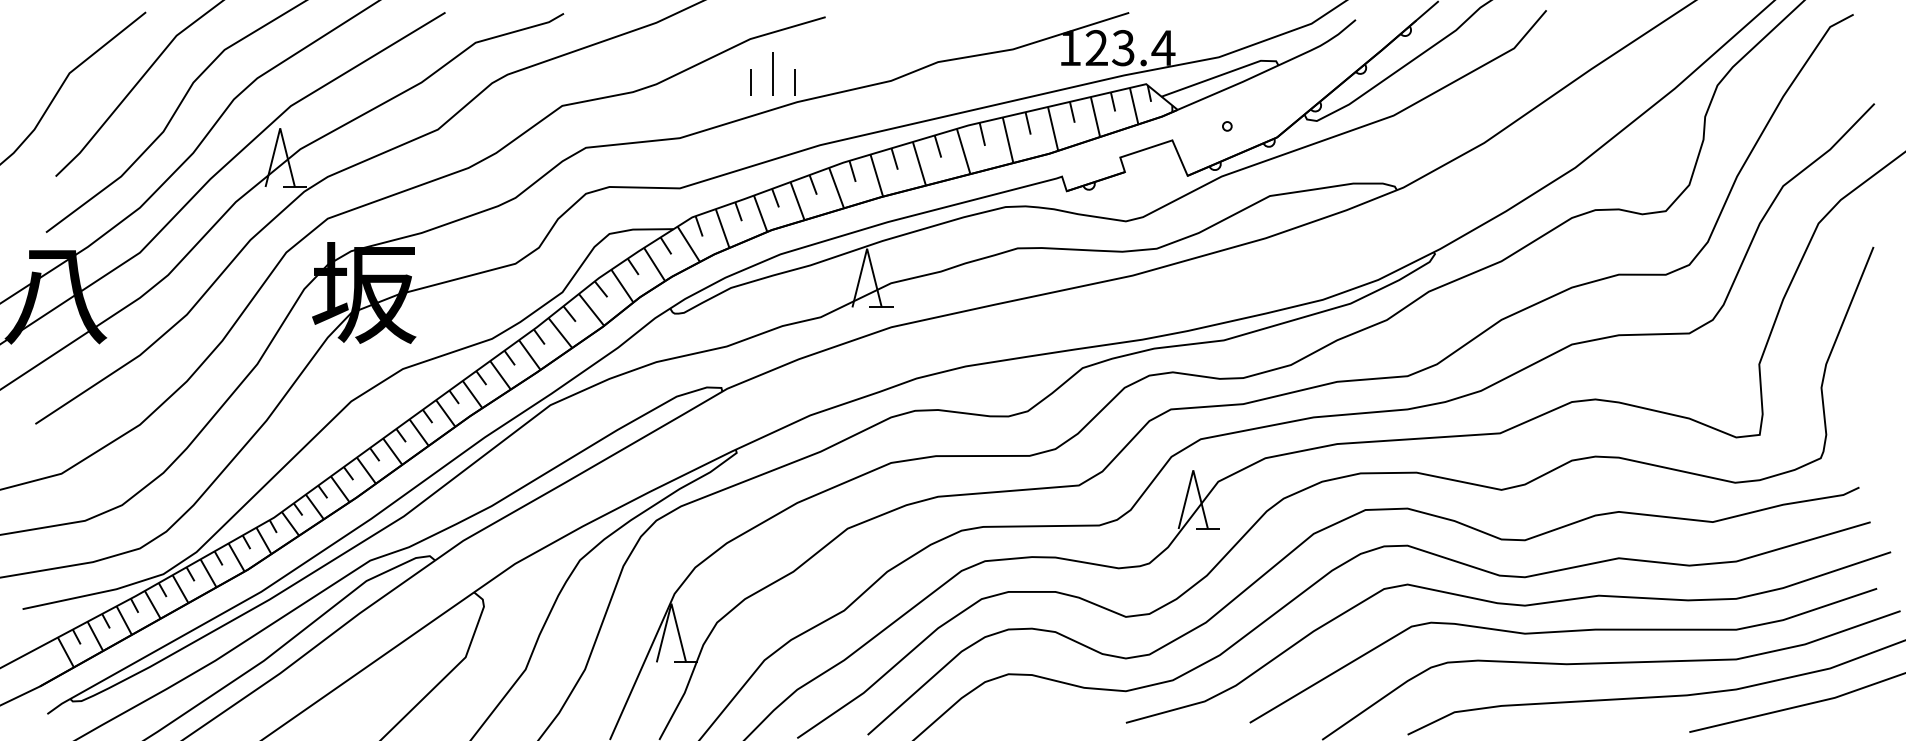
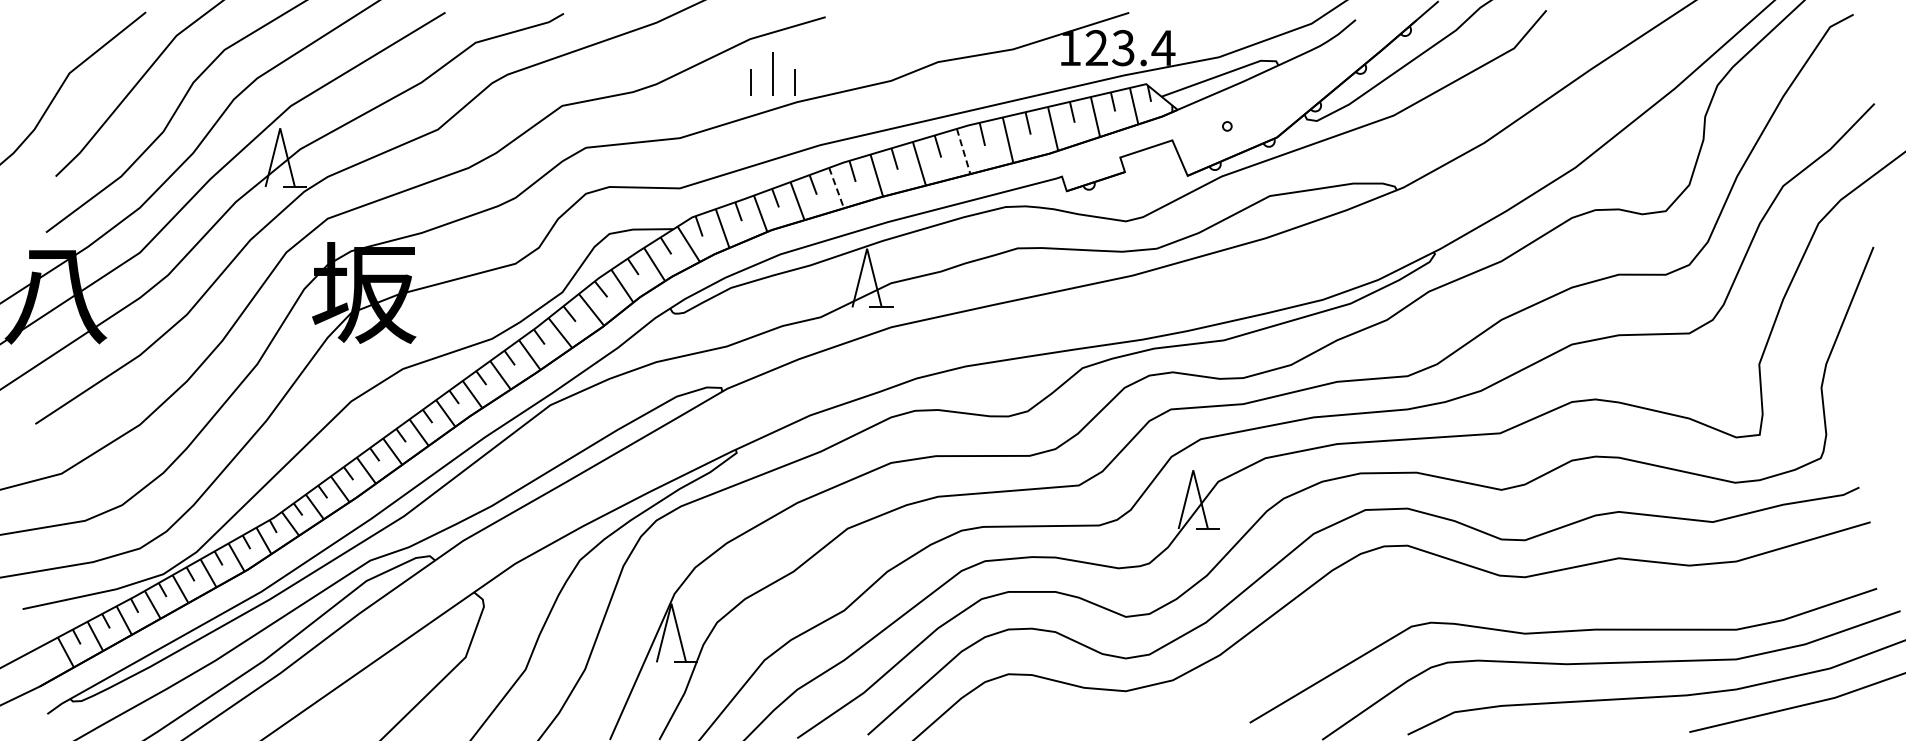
line at (963, 151): solid -> dashed
line at (836, 188): solid -> dashed
curve at (1508, 605): present -> none
